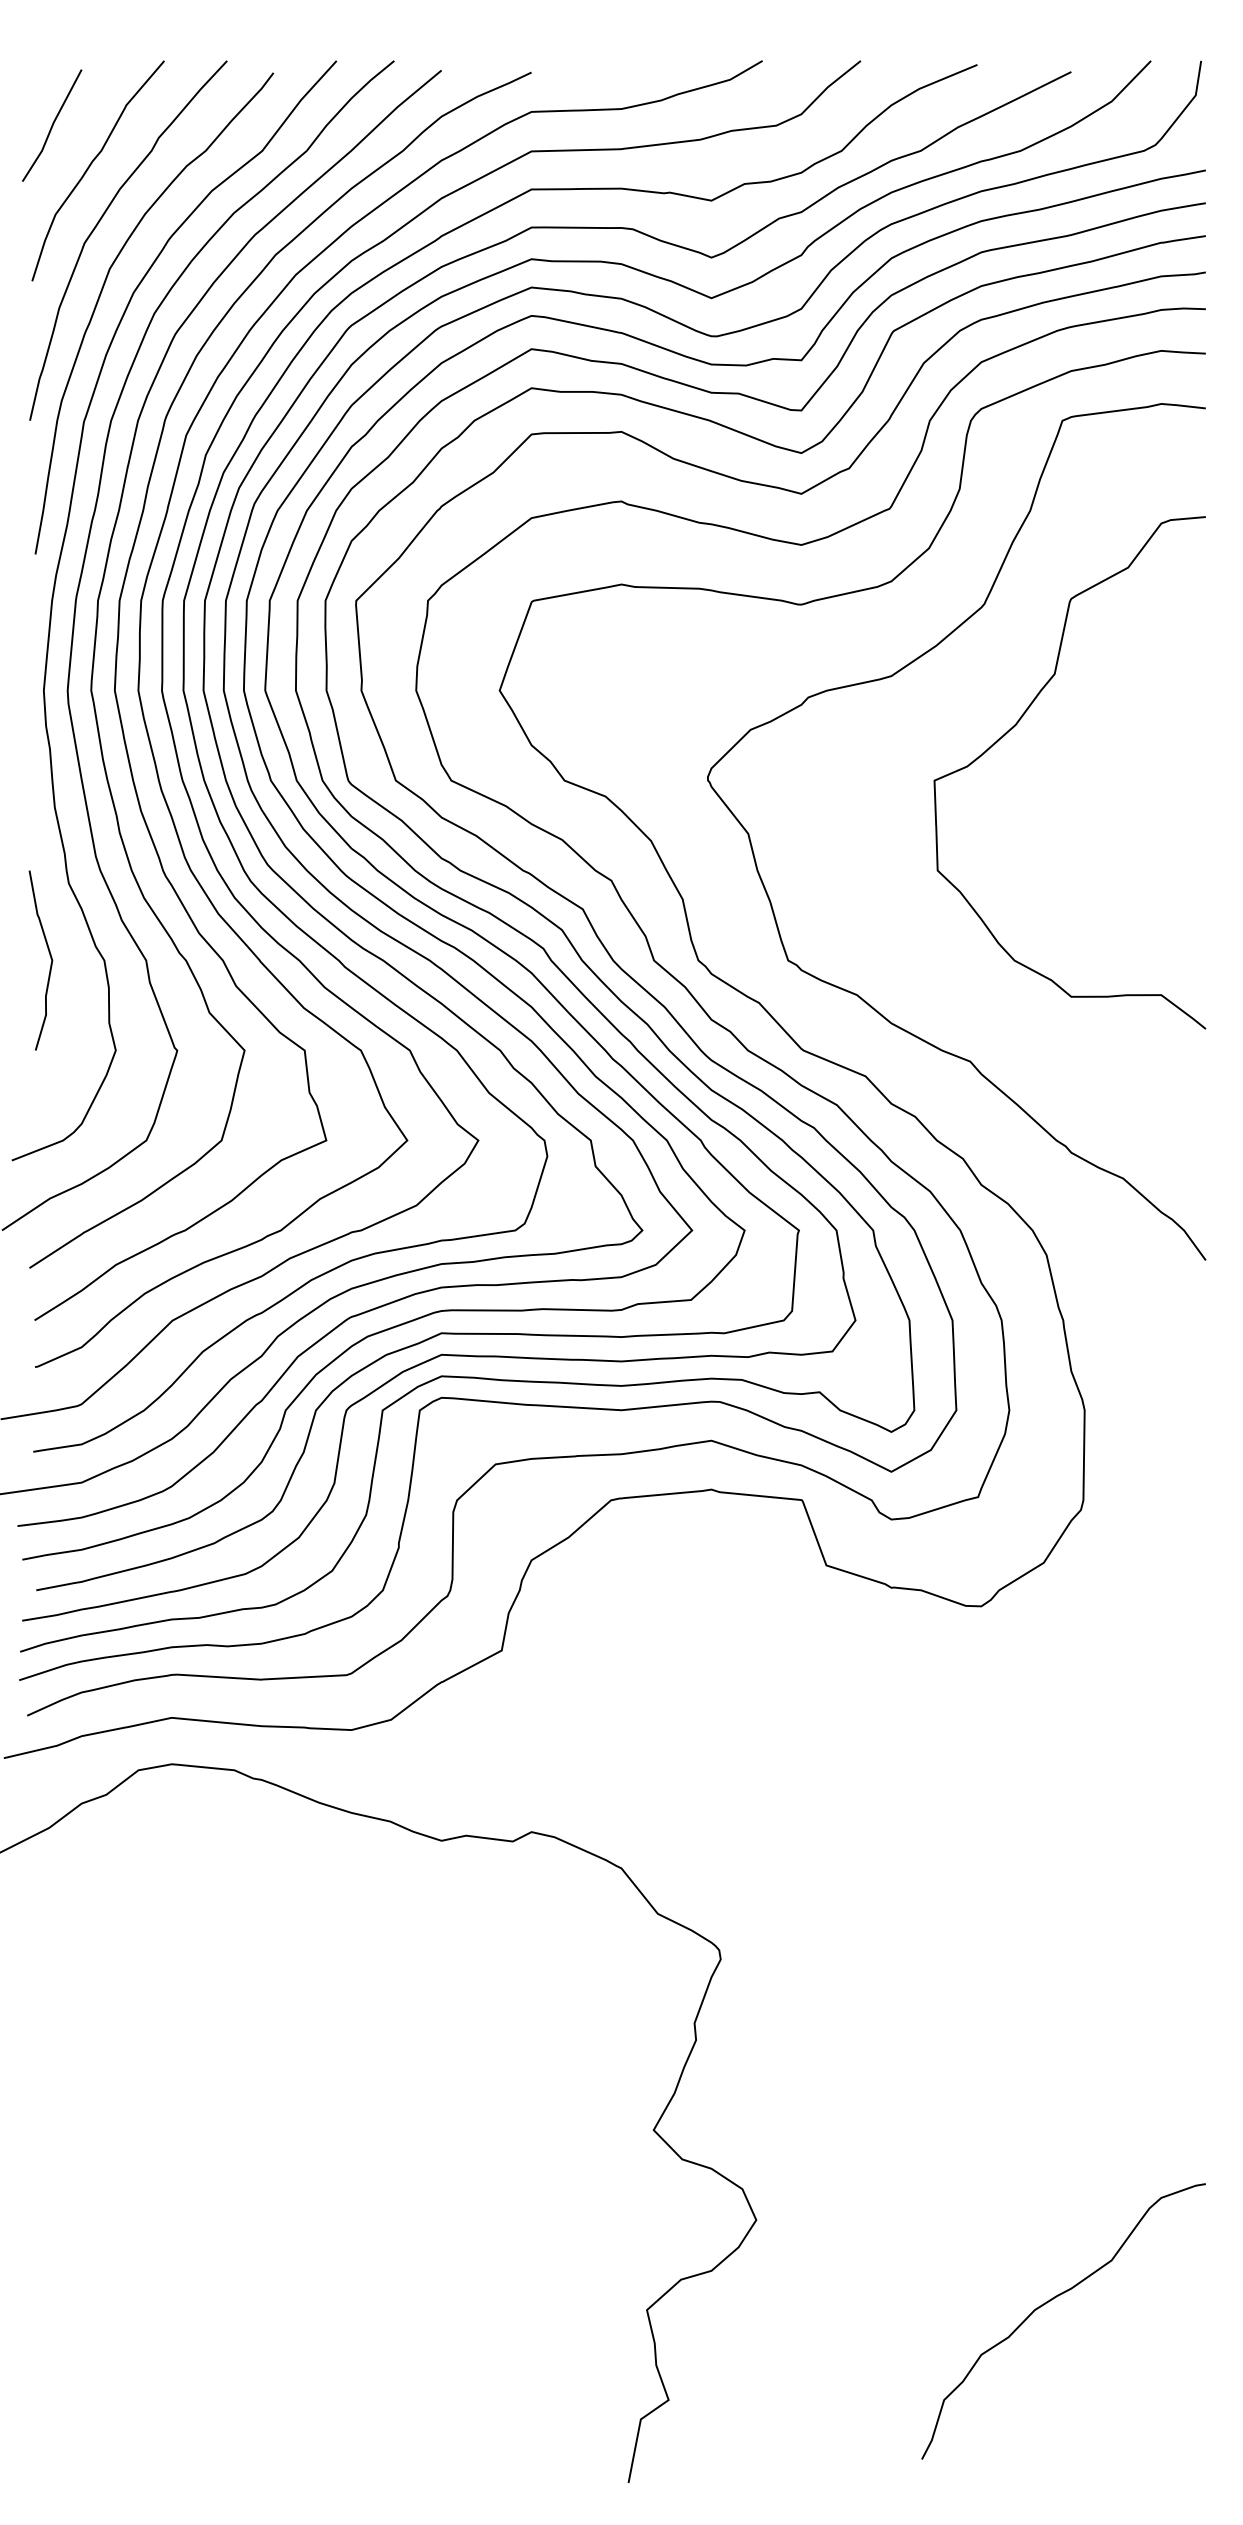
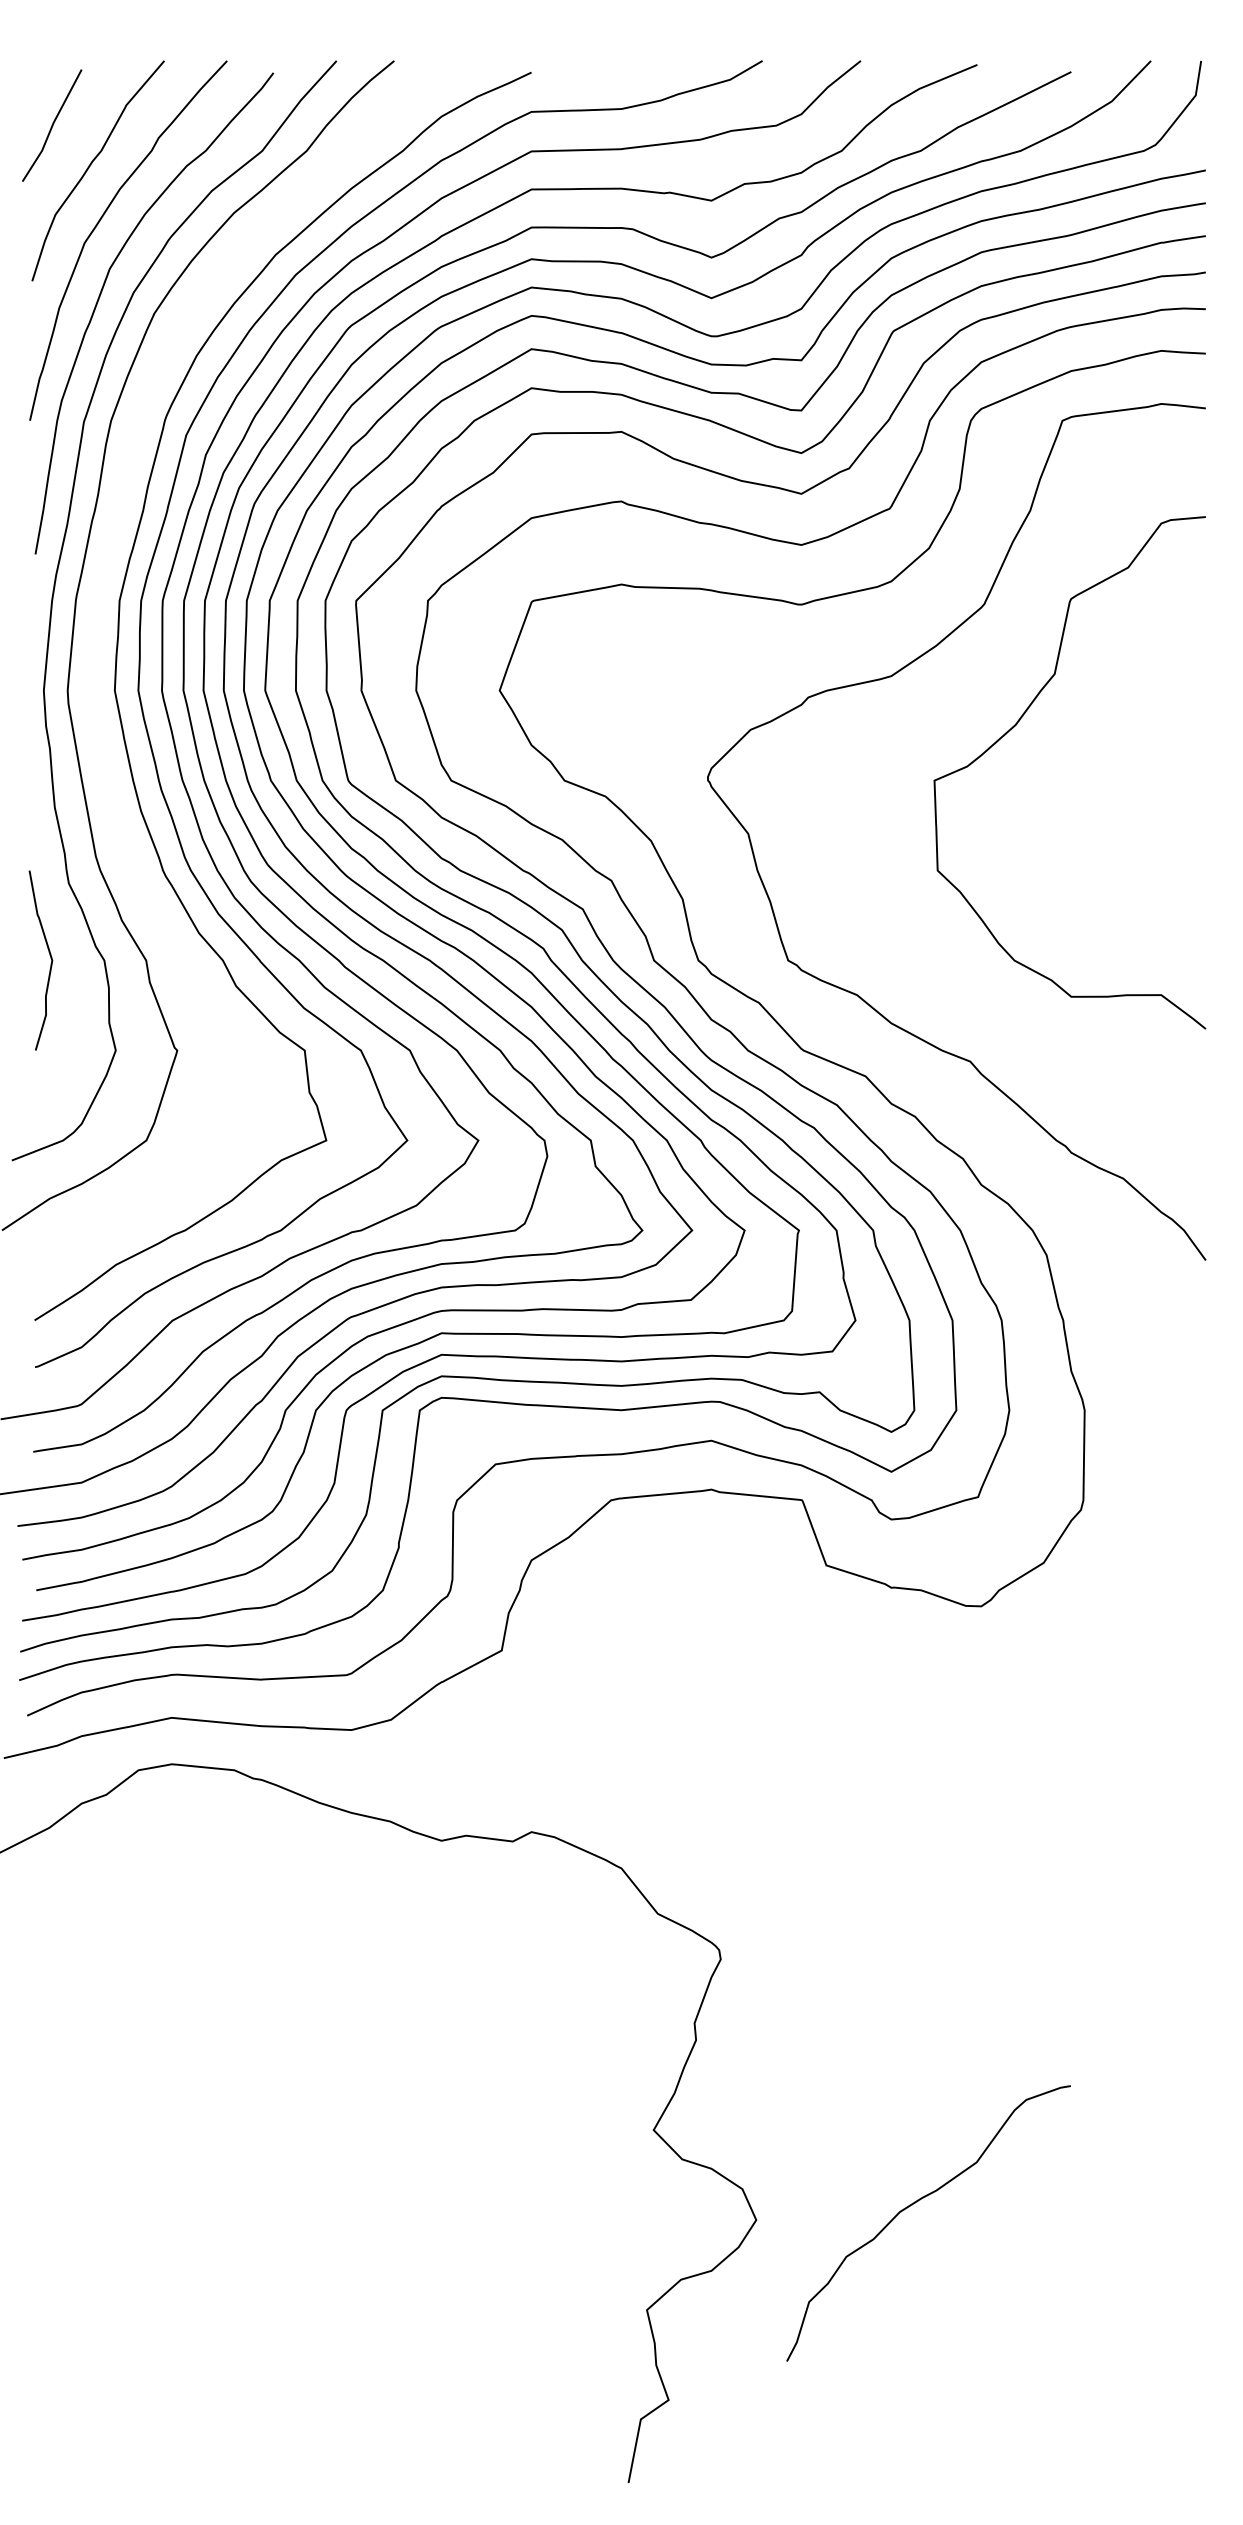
curve at (95, 652): present -> none
curve at (1052, 2300) position: (1052, 2300) -> (917, 2202)
